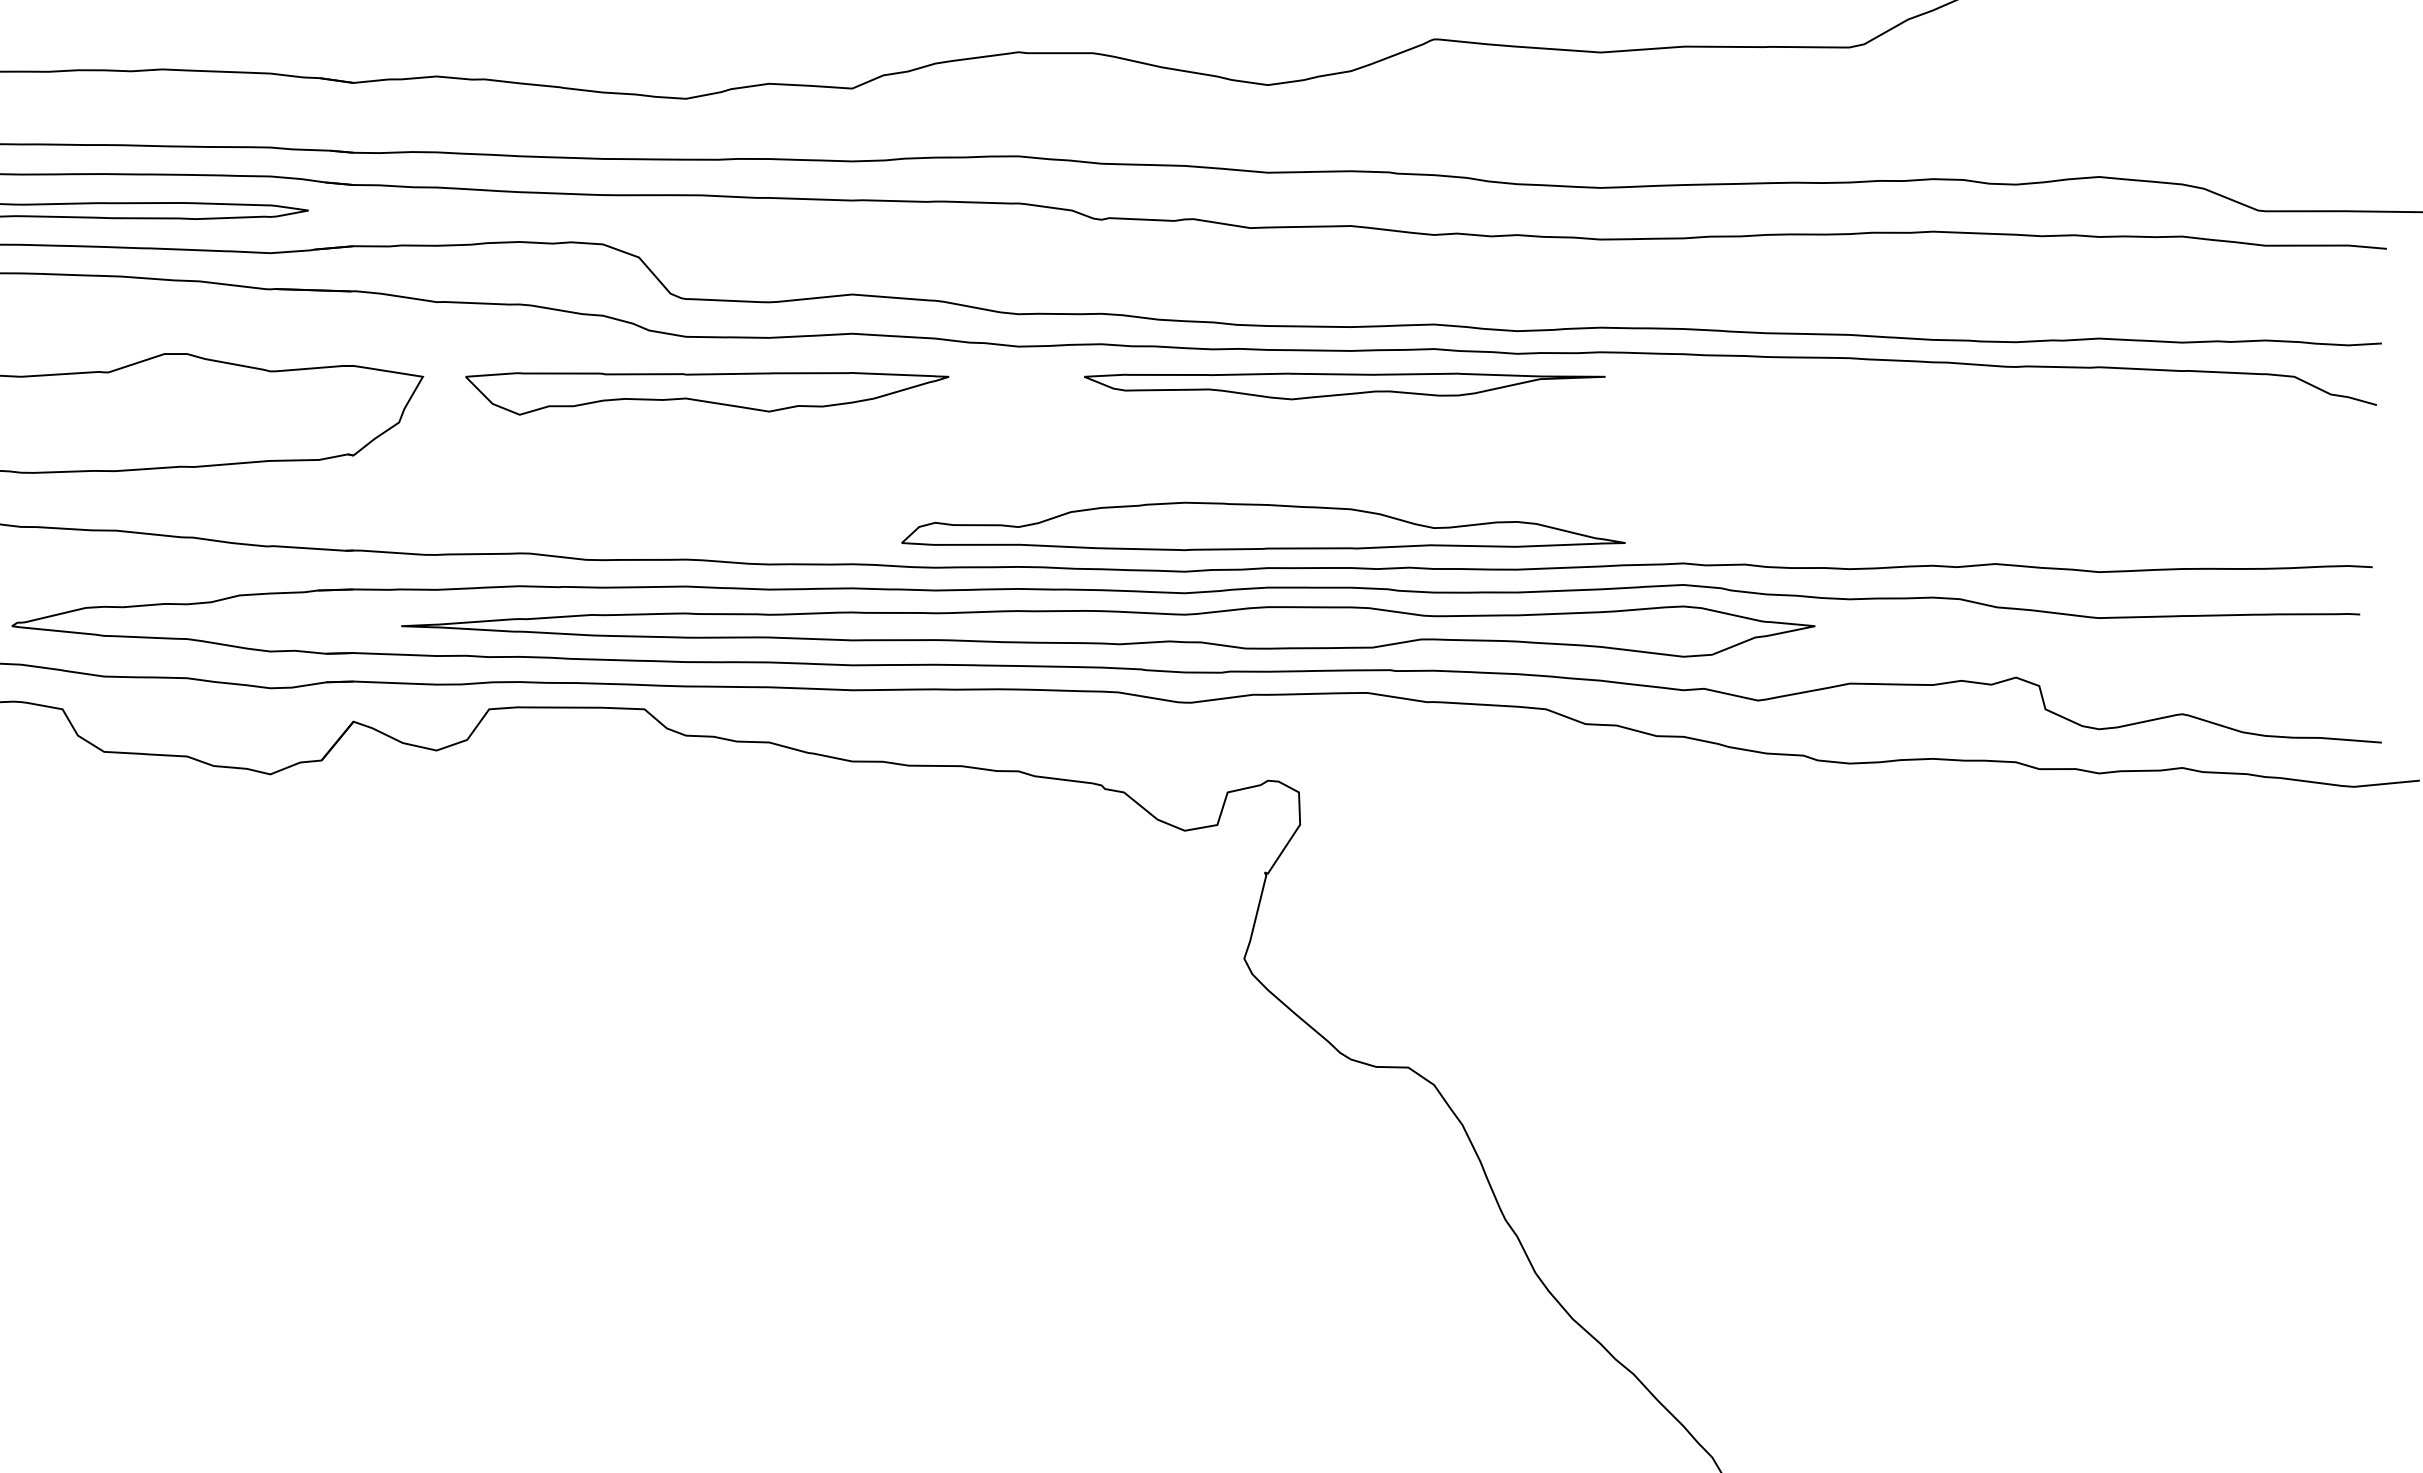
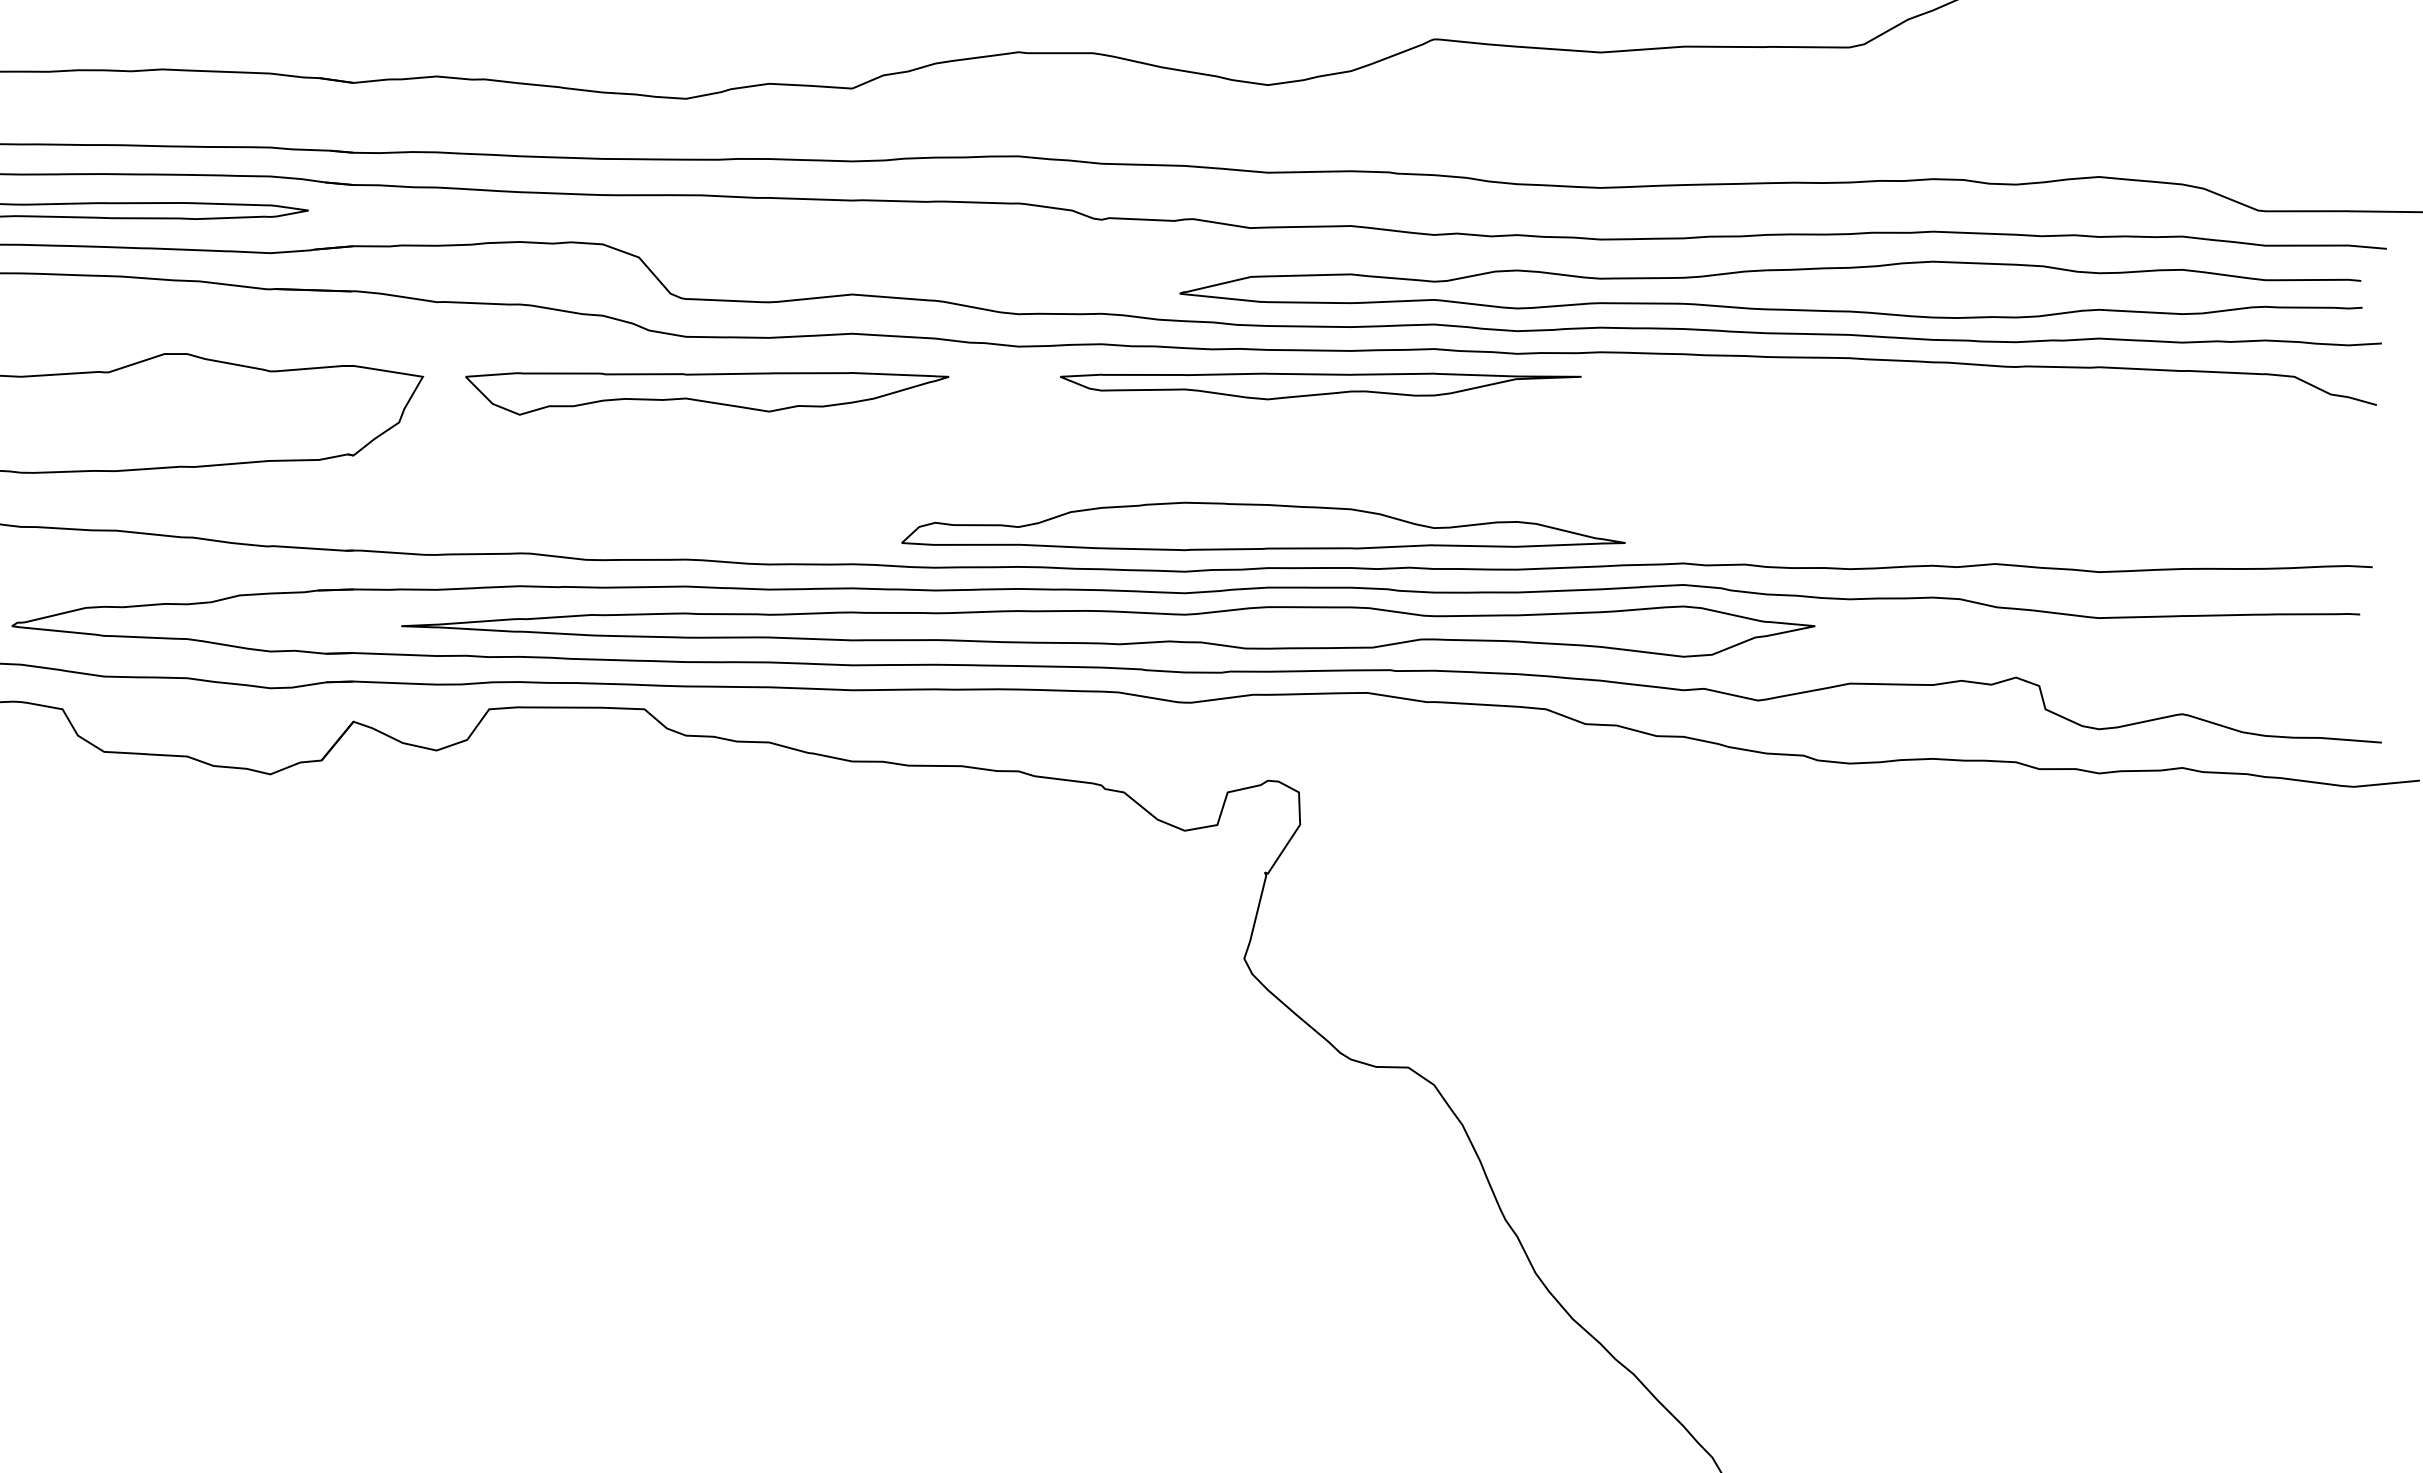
curve at (1770, 271): none -> present
part at (1344, 386) position: (1344, 386) -> (1320, 386)
